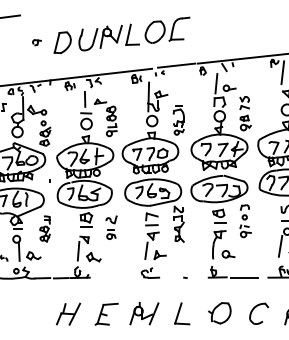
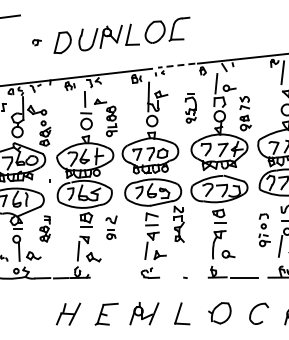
line at (176, 65): solid -> dashed
part at (178, 120) position: (178, 120) -> (190, 108)
part at (245, 221) position: (245, 221) -> (264, 230)
